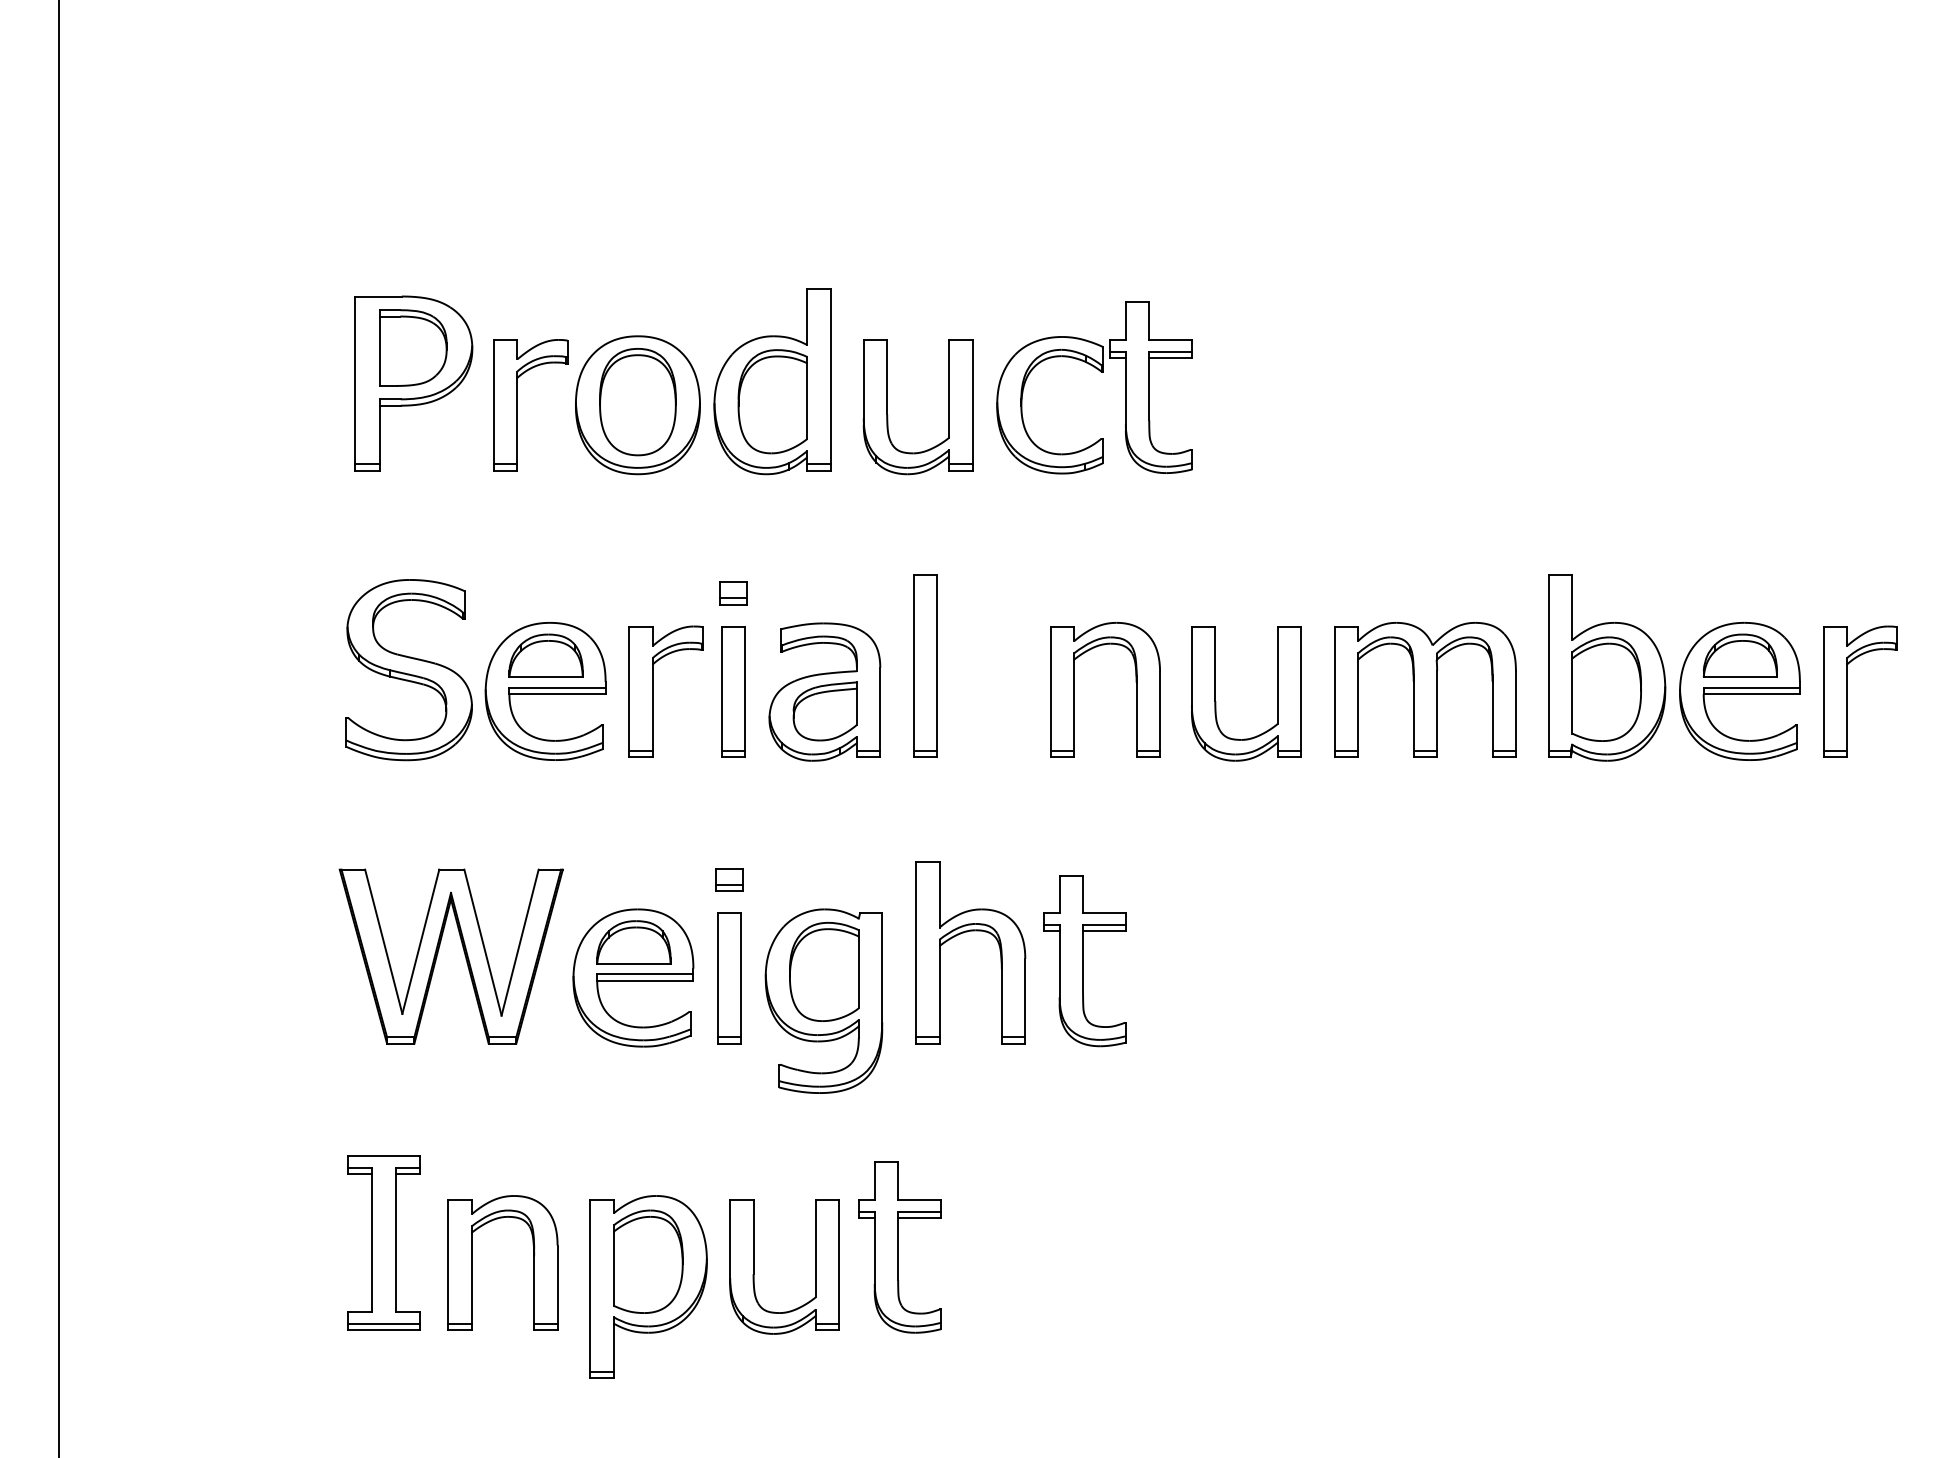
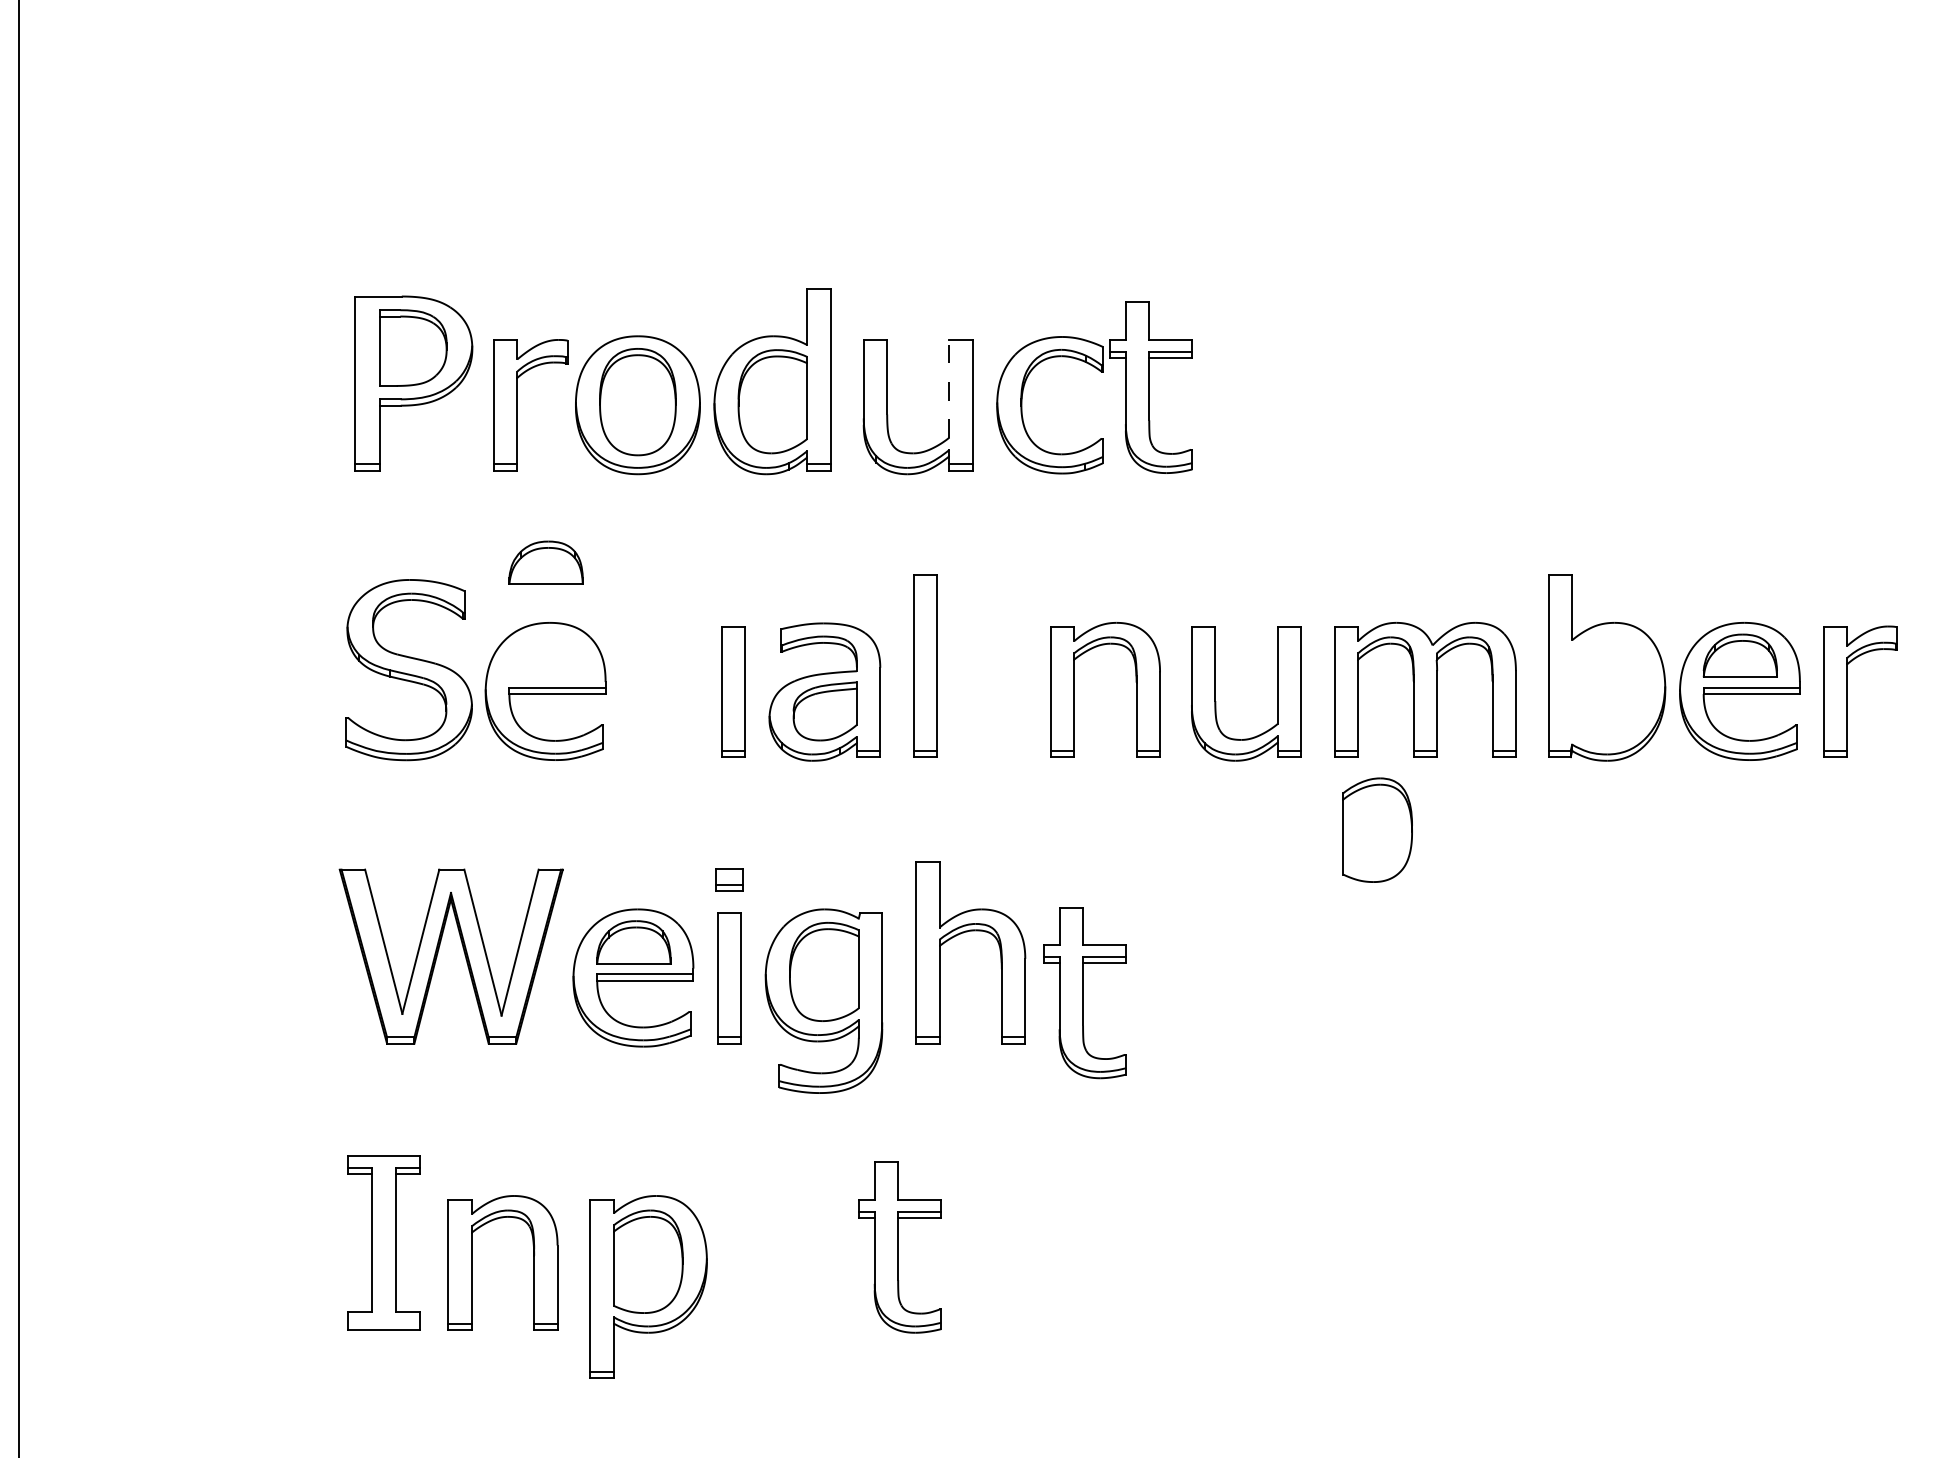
line at (949, 388): solid -> dashed
part at (733, 593): present -> none
part at (545, 655) position: (545, 655) -> (545, 562)
part at (1606, 688) position: (1606, 688) -> (1377, 829)
part at (653, 691): present -> none
line at (58, 728) position: (58, 728) -> (18, 728)
part at (1084, 961) position: (1084, 961) -> (1084, 993)
part at (754, 1266): present -> none
line at (383, 1323): present -> none
